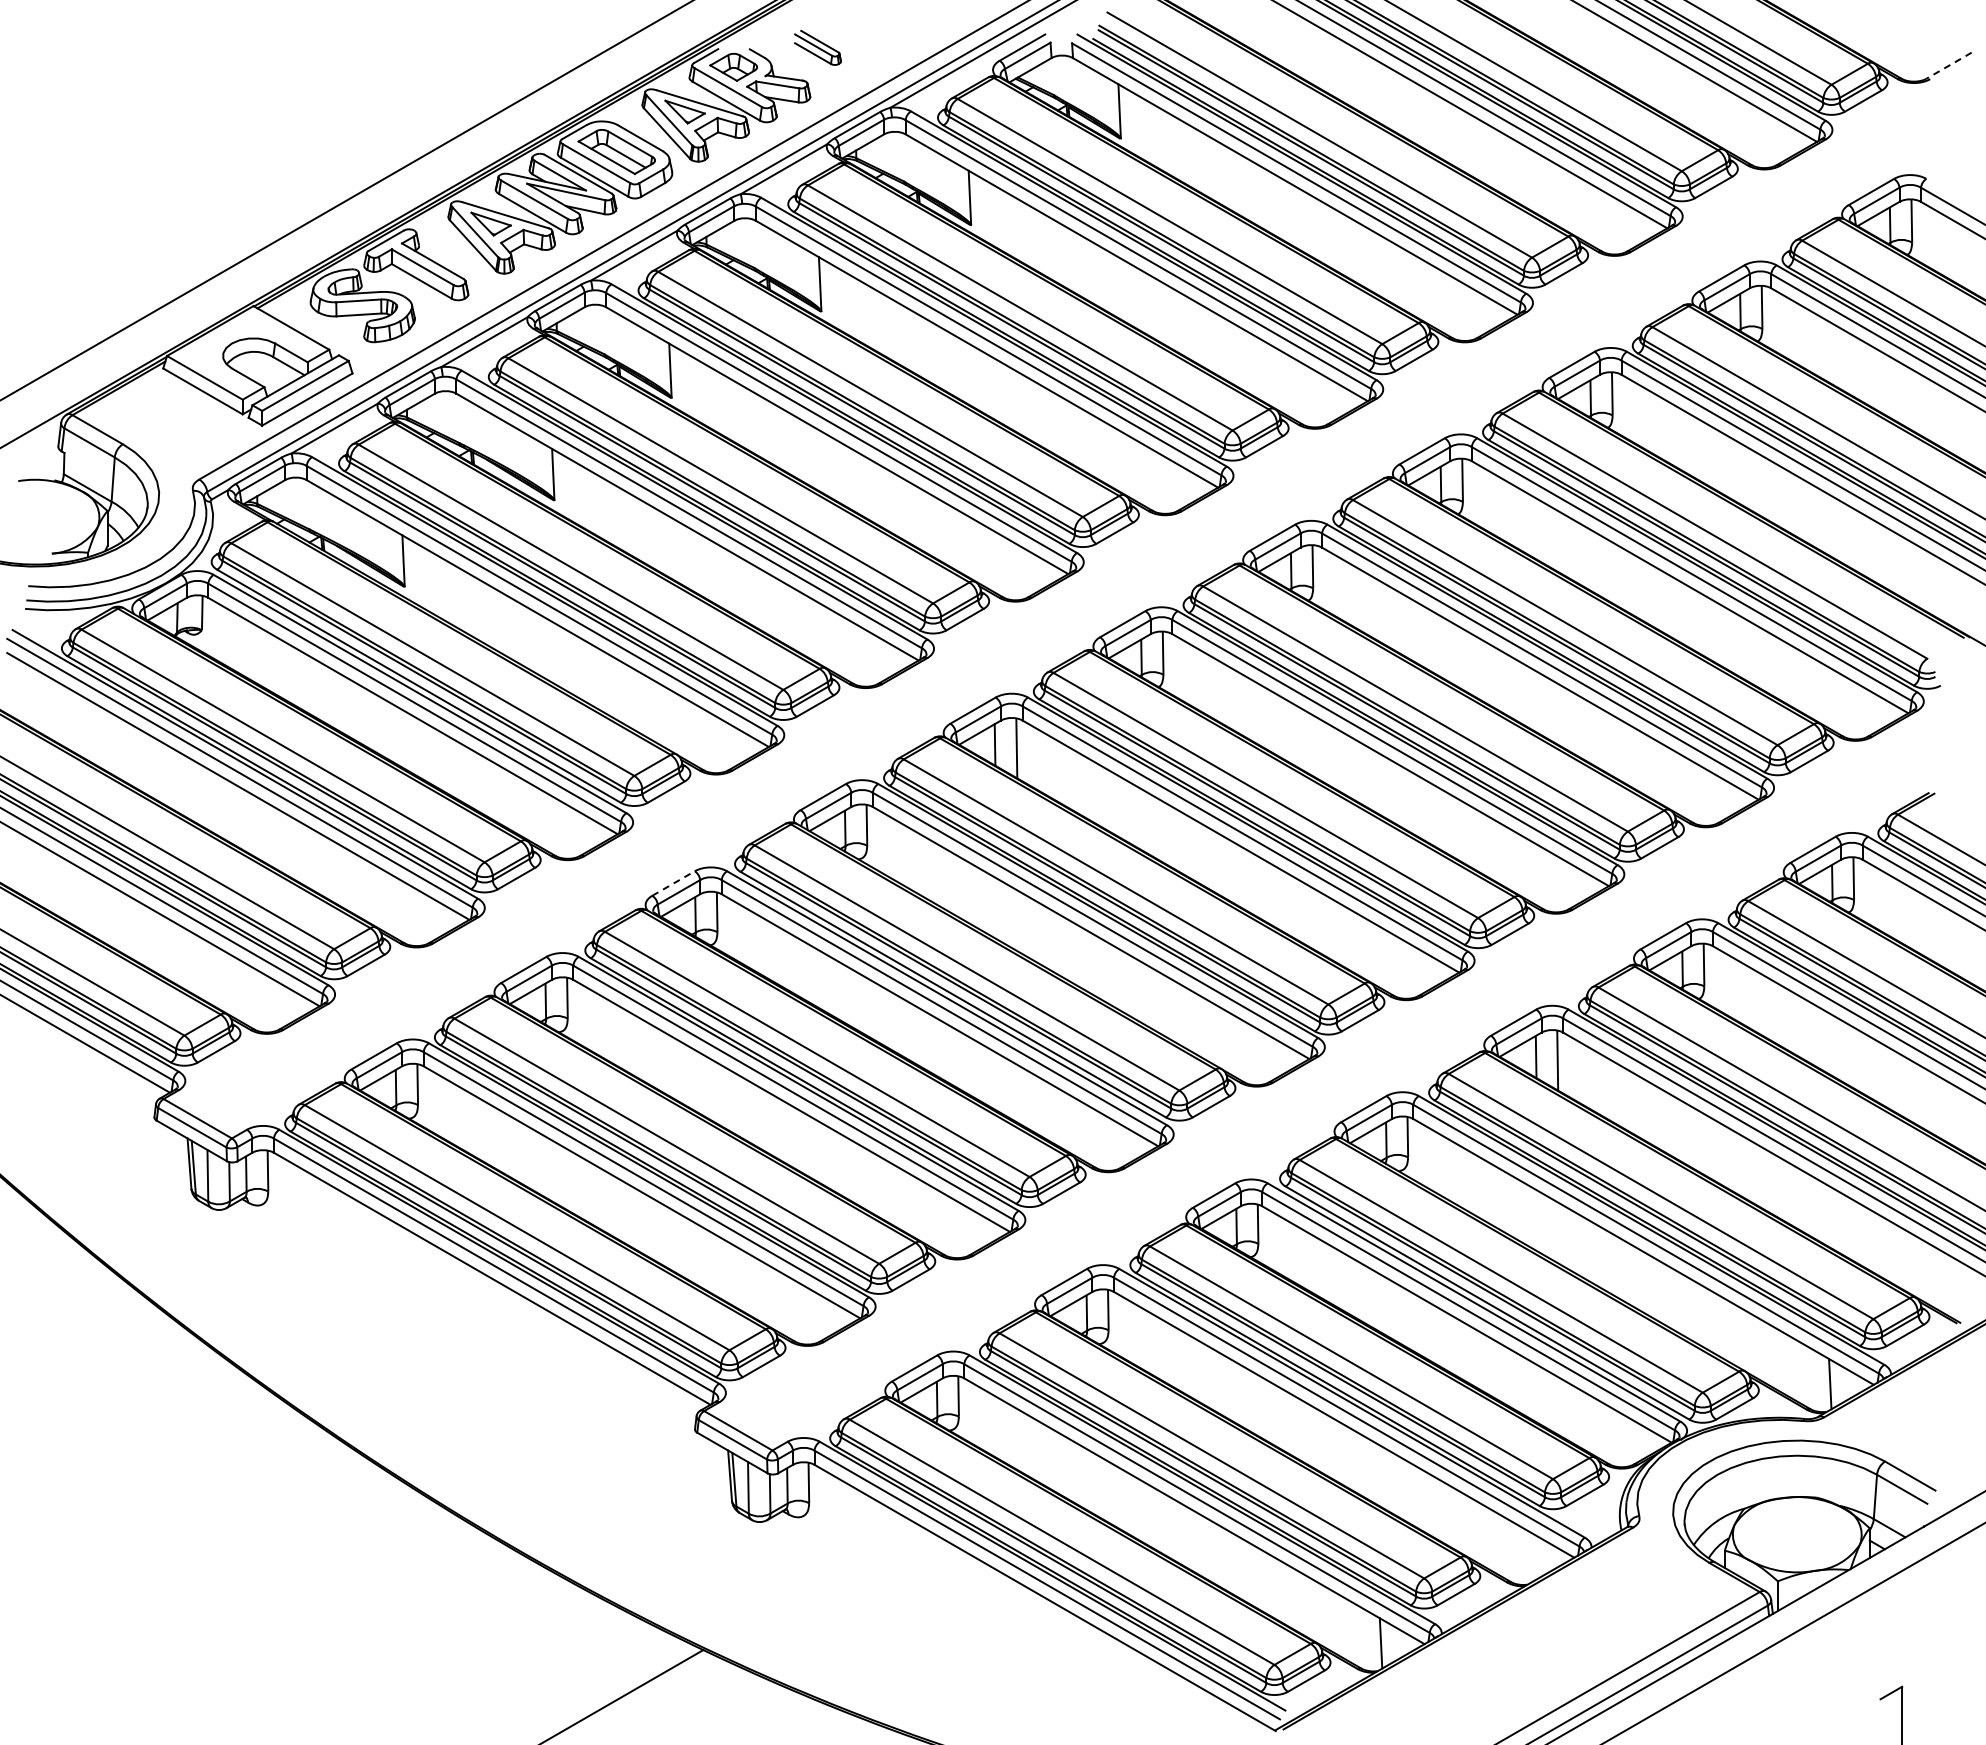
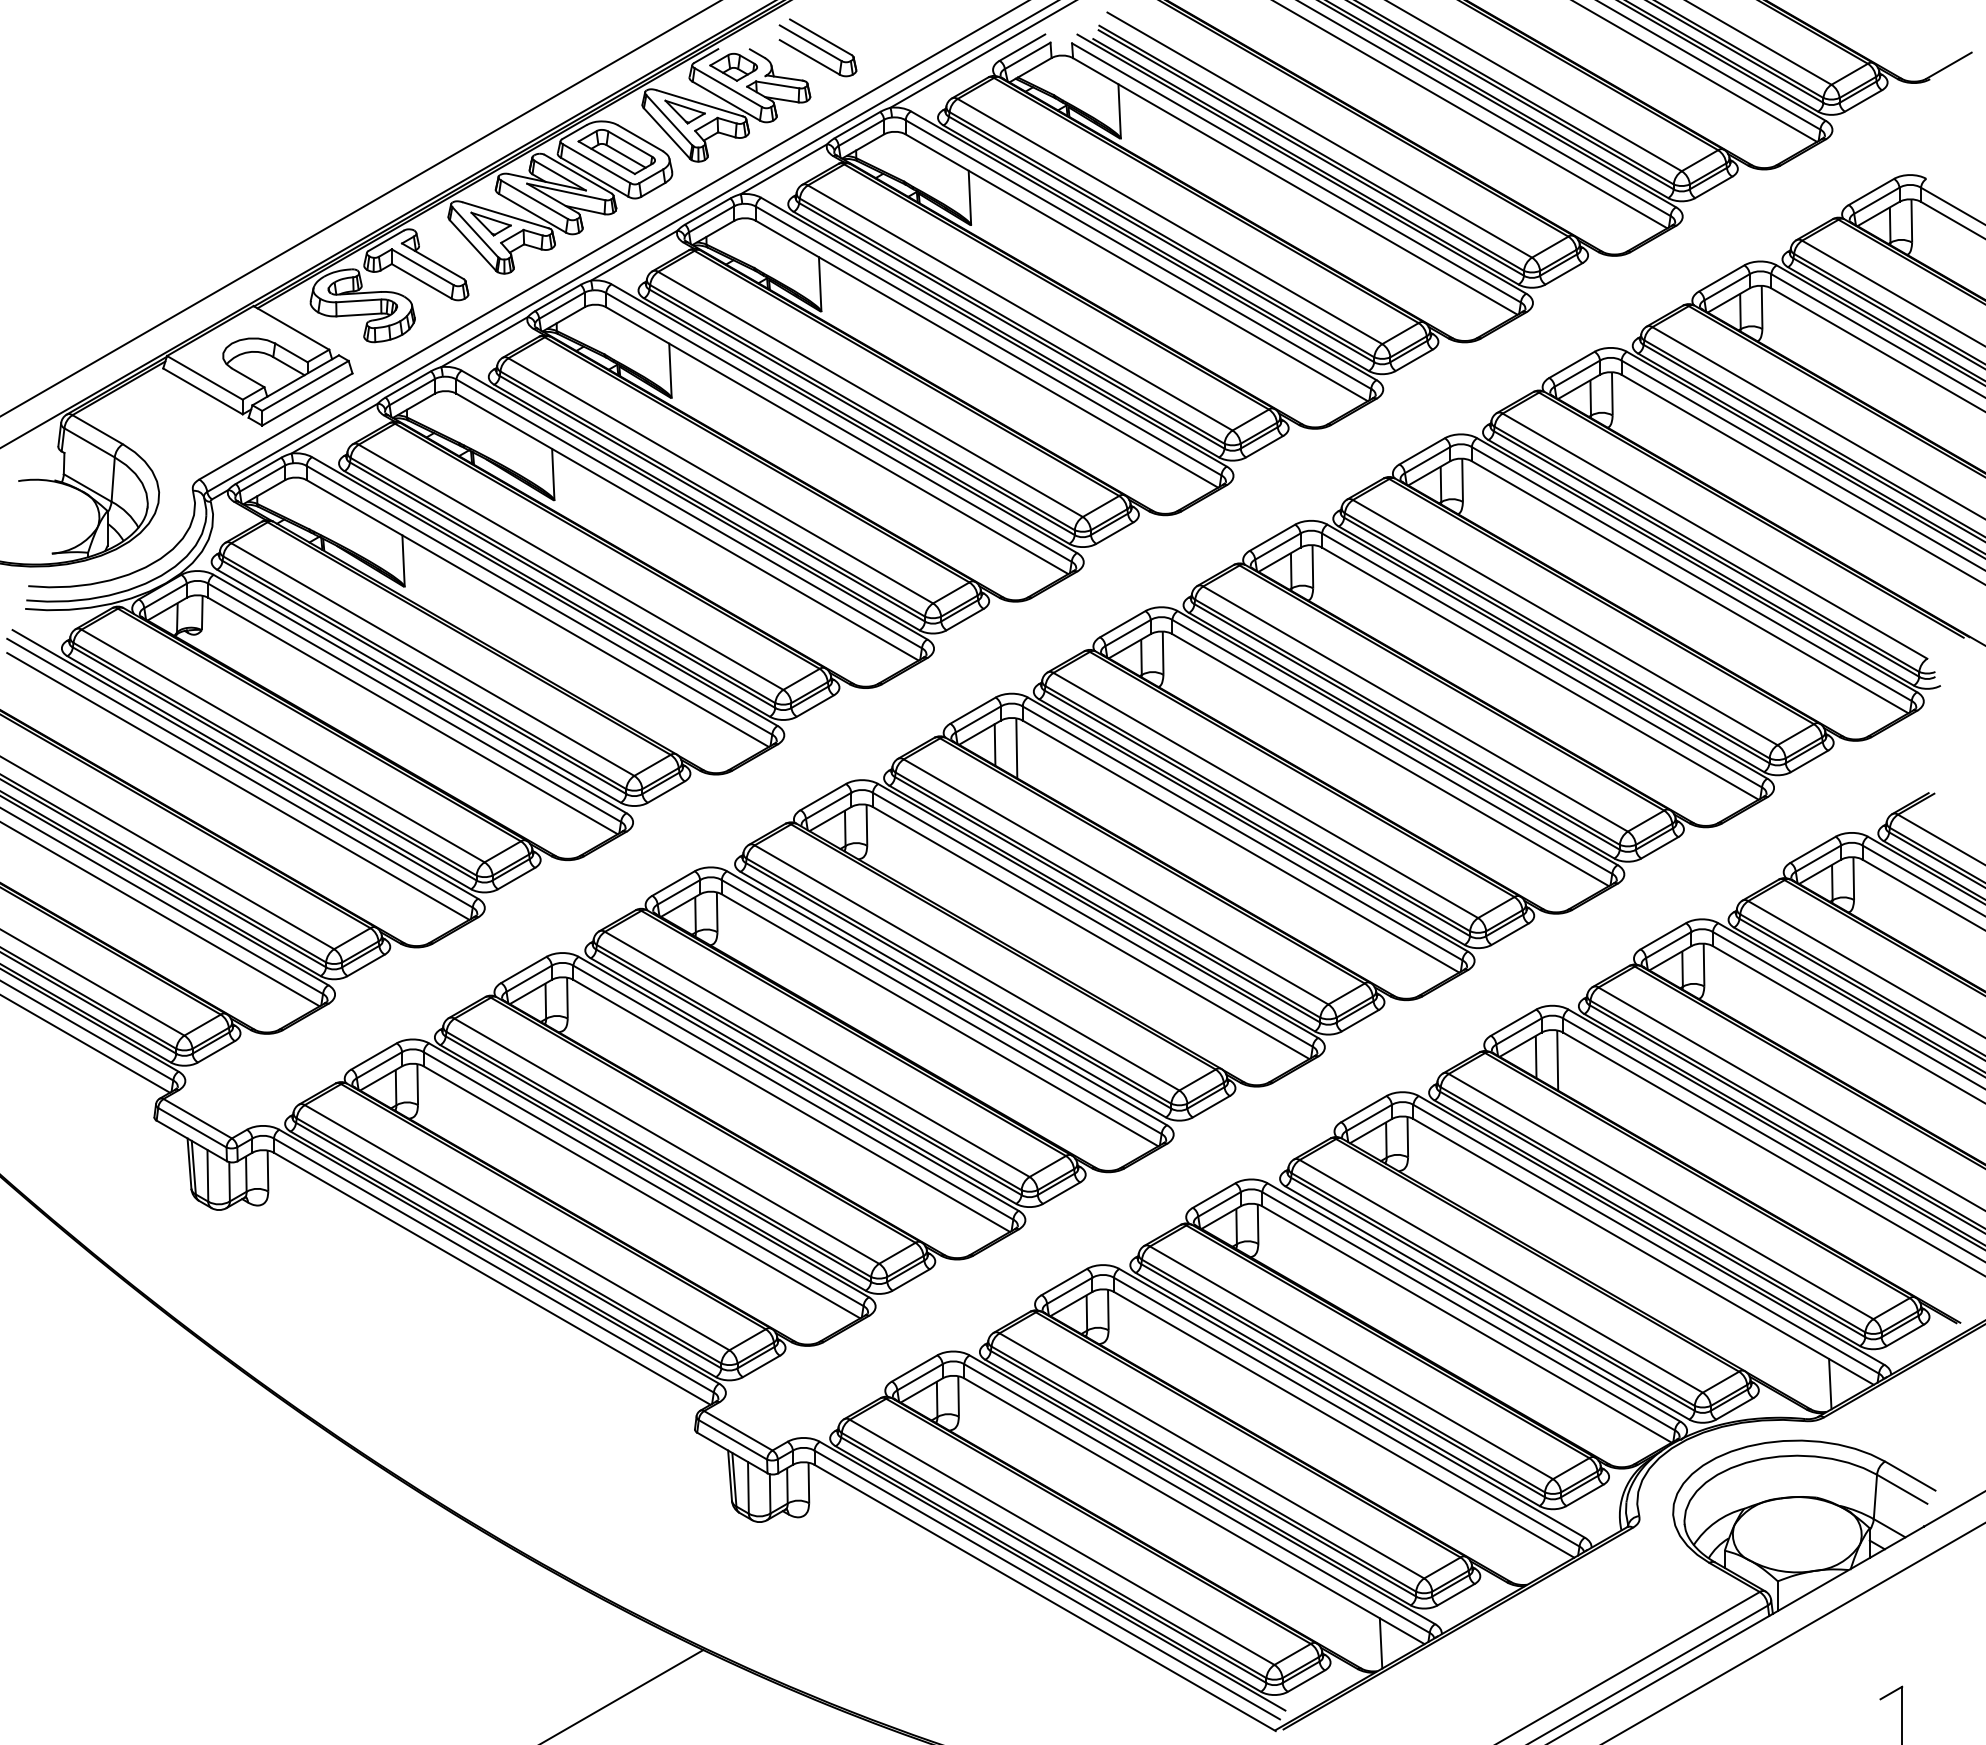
part at (817, 47) size: 48x36 px -> 80x60 px
line at (1948, 65): dashed -> solid
line at (346, 200) position: (346, 200) -> (359, 208)
line at (673, 883): dashed -> solid
